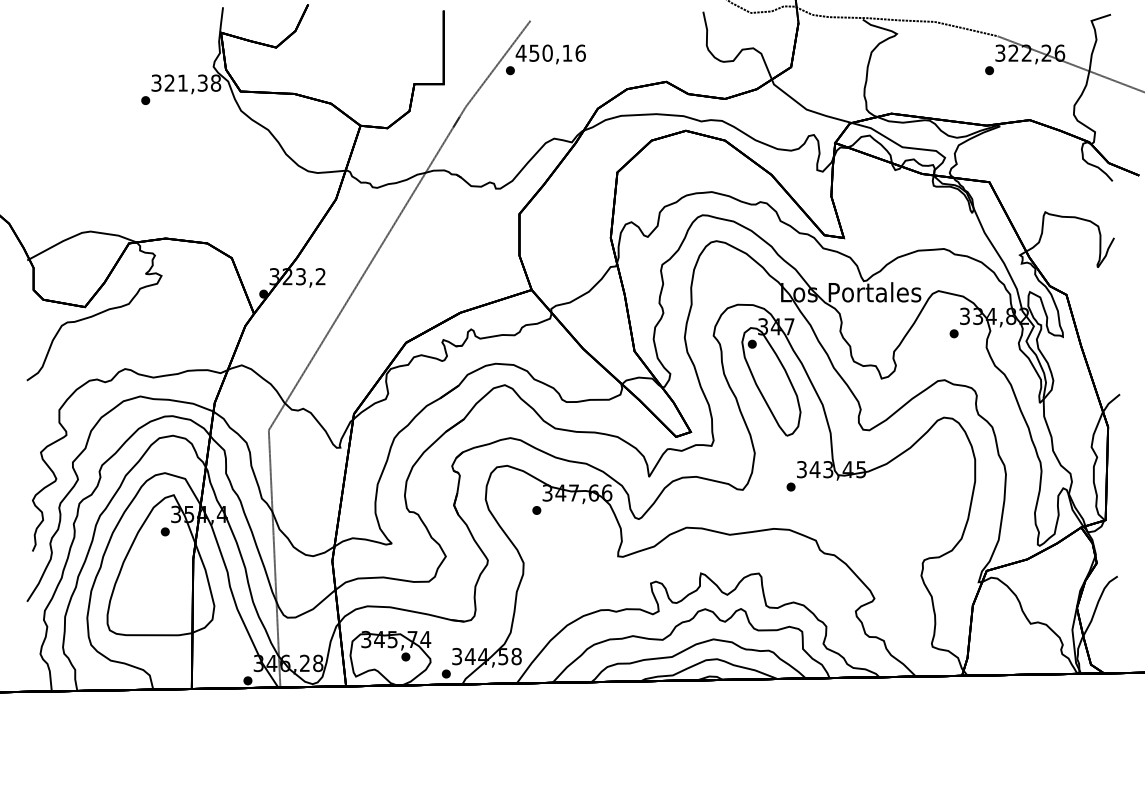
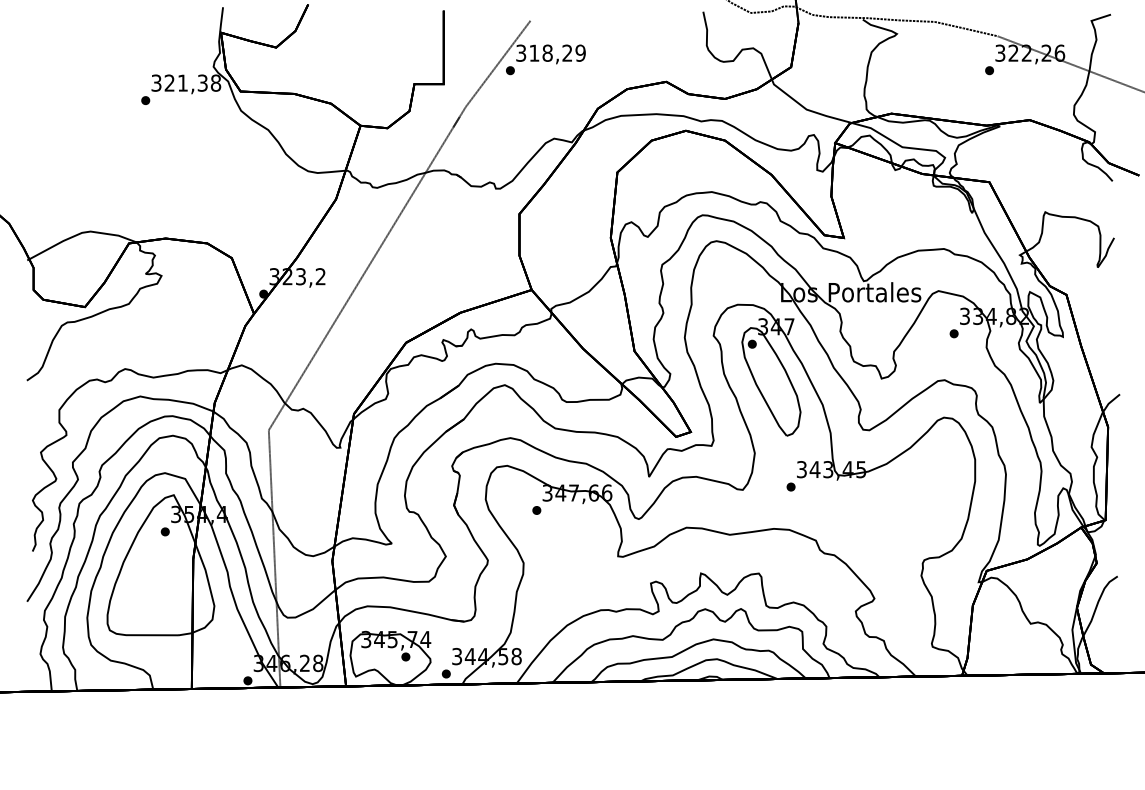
text at (550, 52): 450,16 -> 318,29
